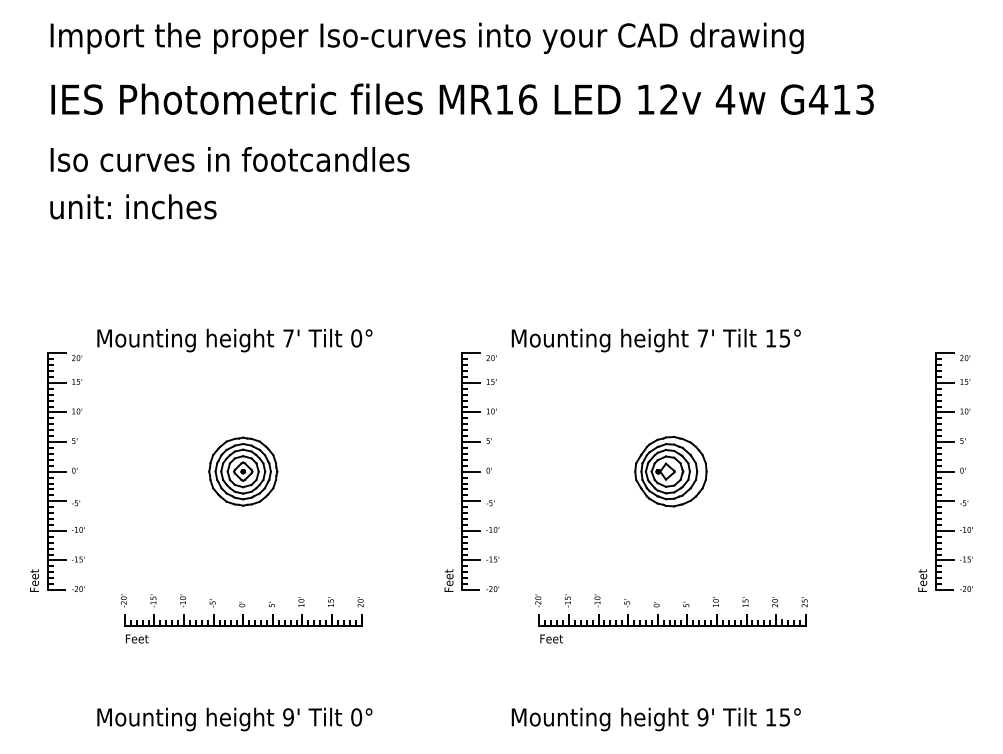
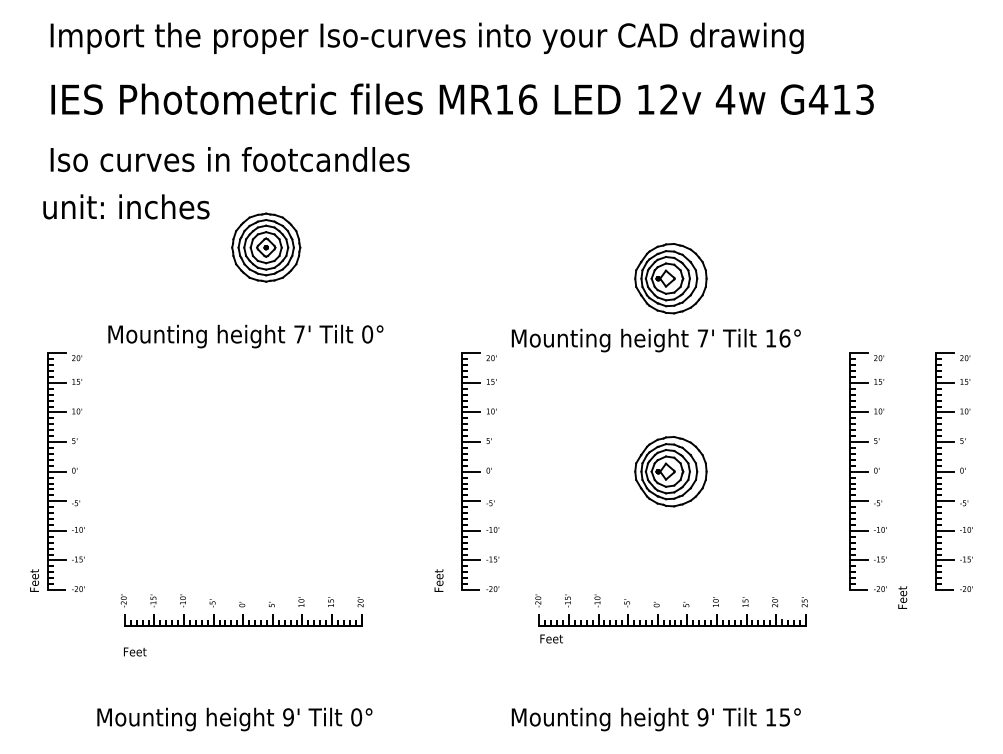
text at (133, 206) position: (133, 206) -> (126, 206)
part at (670, 278): none -> present
text at (784, 338): 15° -> 16°
text at (234, 340) position: (234, 340) -> (245, 336)
part at (243, 471) position: (243, 471) -> (266, 247)
part at (867, 471): none -> present
text at (448, 580) position: (448, 580) -> (438, 580)
text at (922, 580) position: (922, 580) -> (902, 597)
text at (137, 638) position: (137, 638) -> (135, 651)
